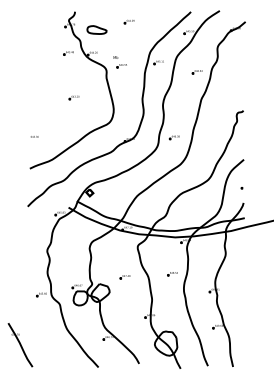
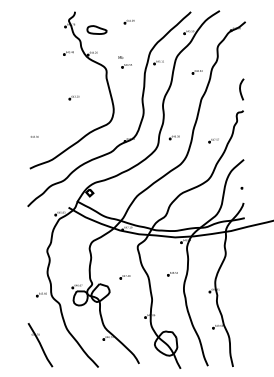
part at (119, 62) position: (119, 62) -> (124, 62)
curve at (240, 89): none -> present
part at (213, 140): none -> present
part at (20, 345) position: (20, 345) -> (40, 345)
